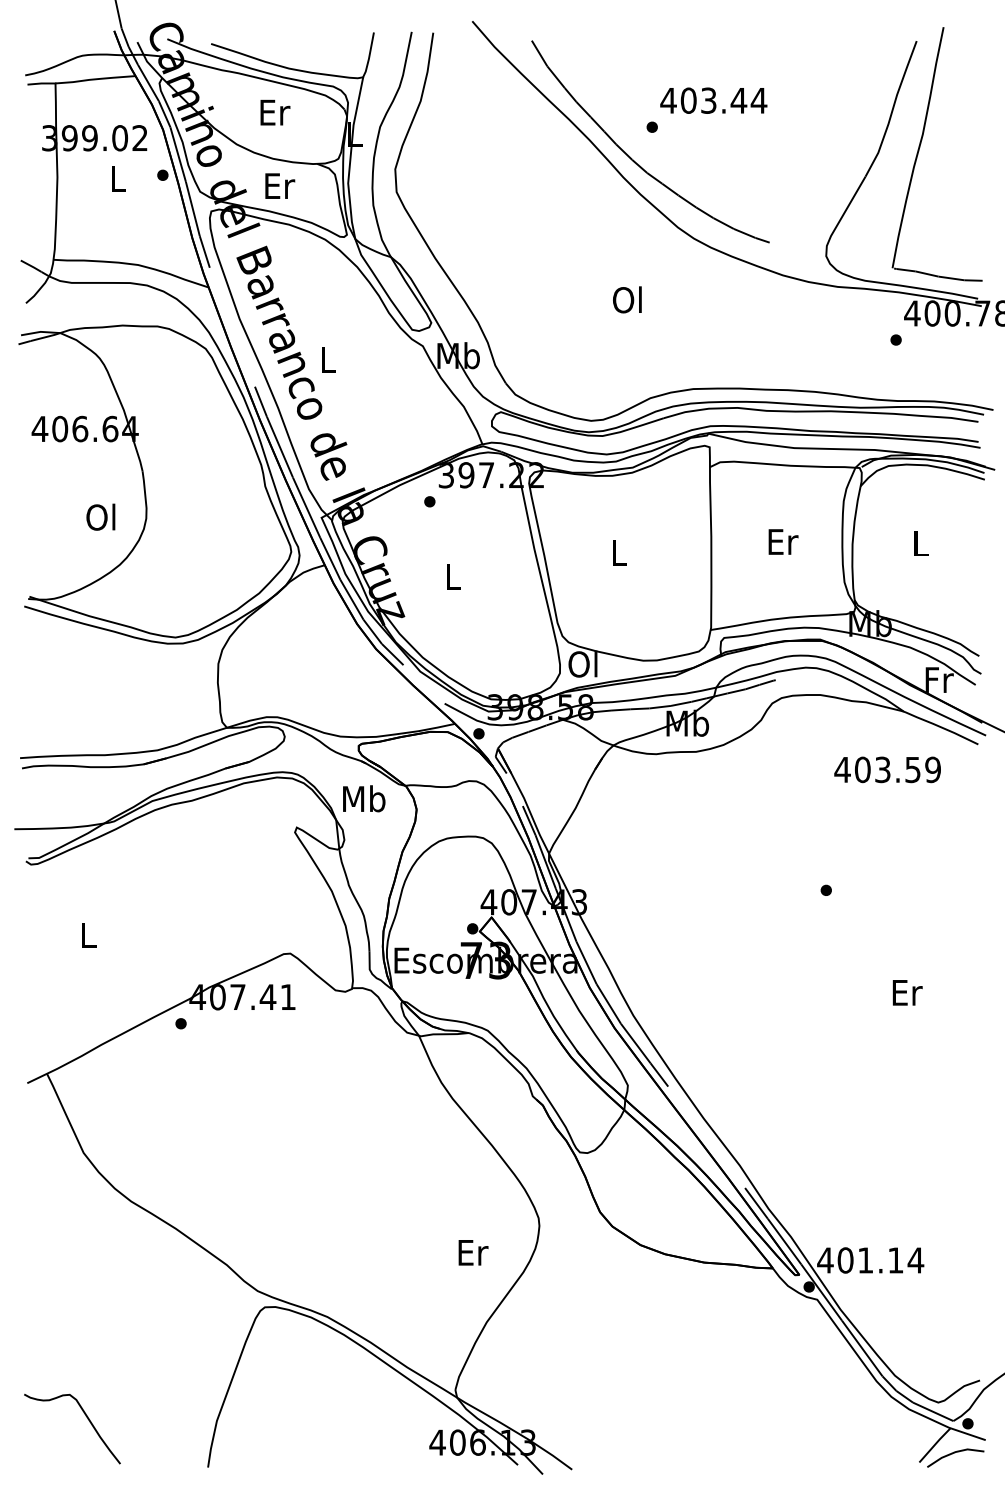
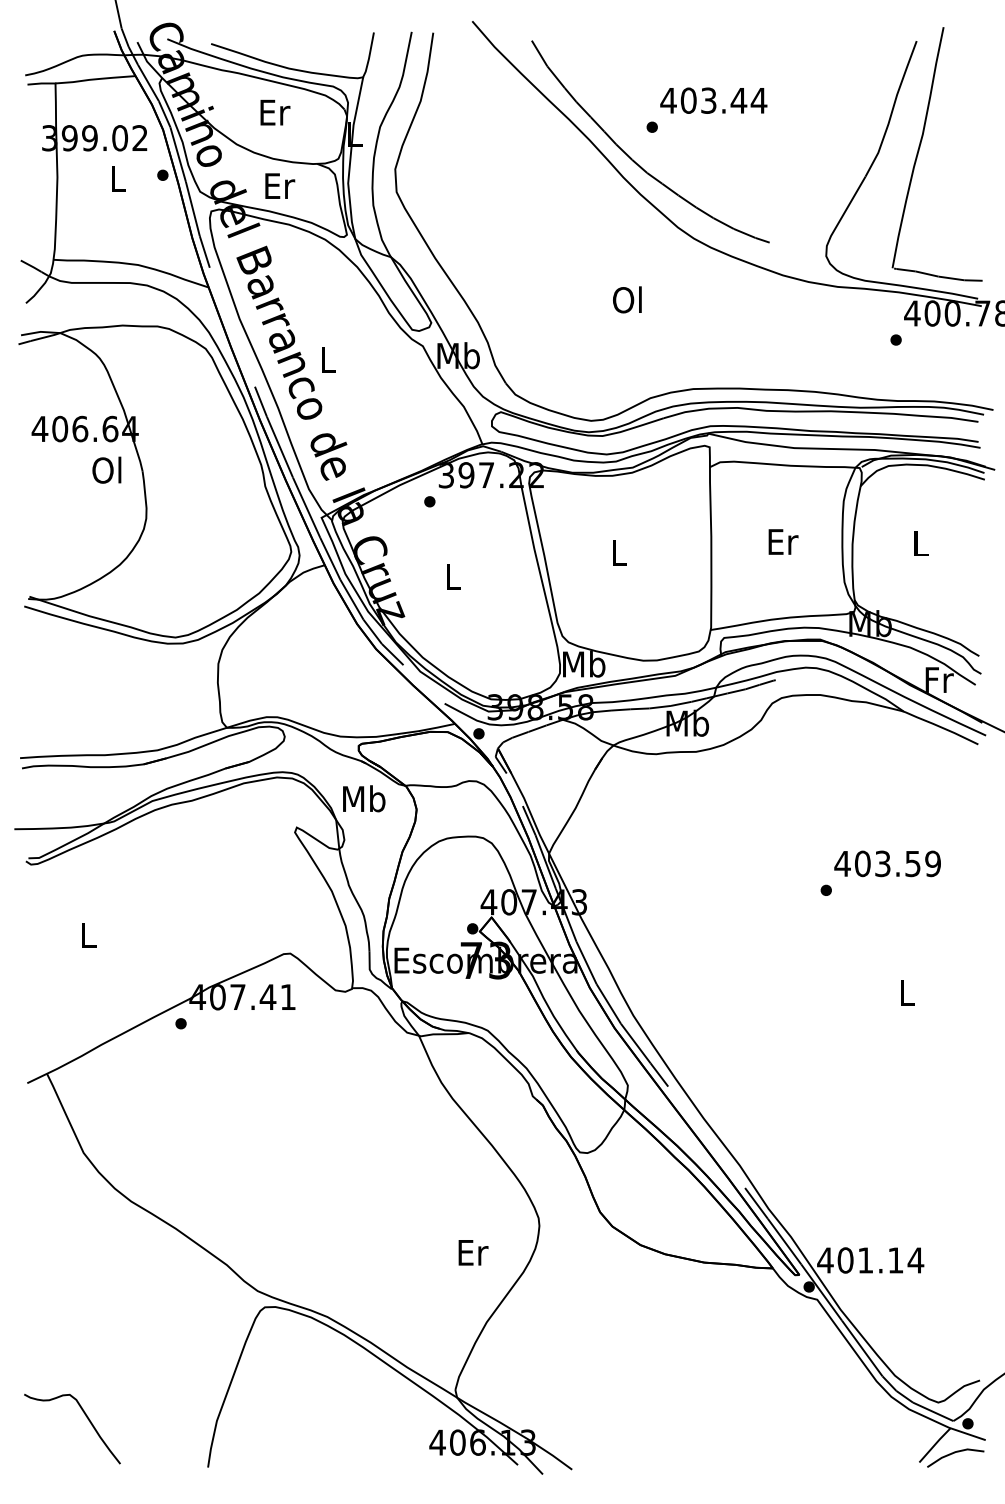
text at (100, 516) position: (100, 516) -> (106, 469)
text at (584, 663): Ol -> Mb
text at (887, 769) position: (887, 769) -> (887, 863)
text at (907, 992): Er -> L
